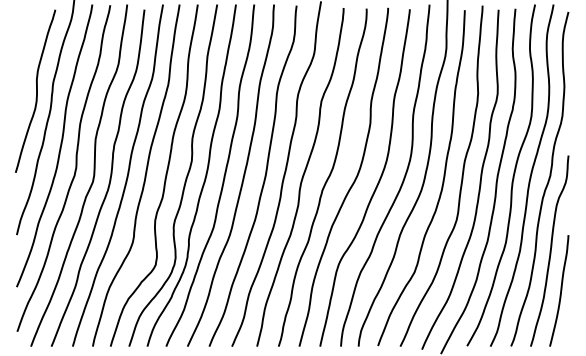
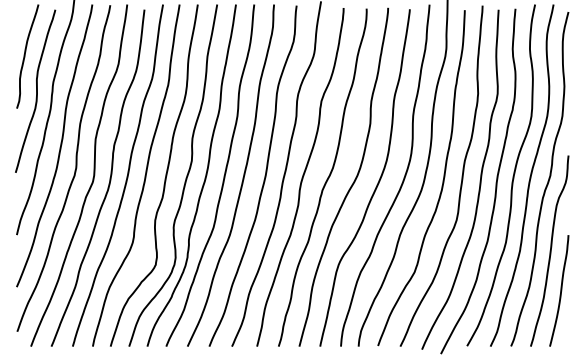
curve at (25, 56): none -> present
